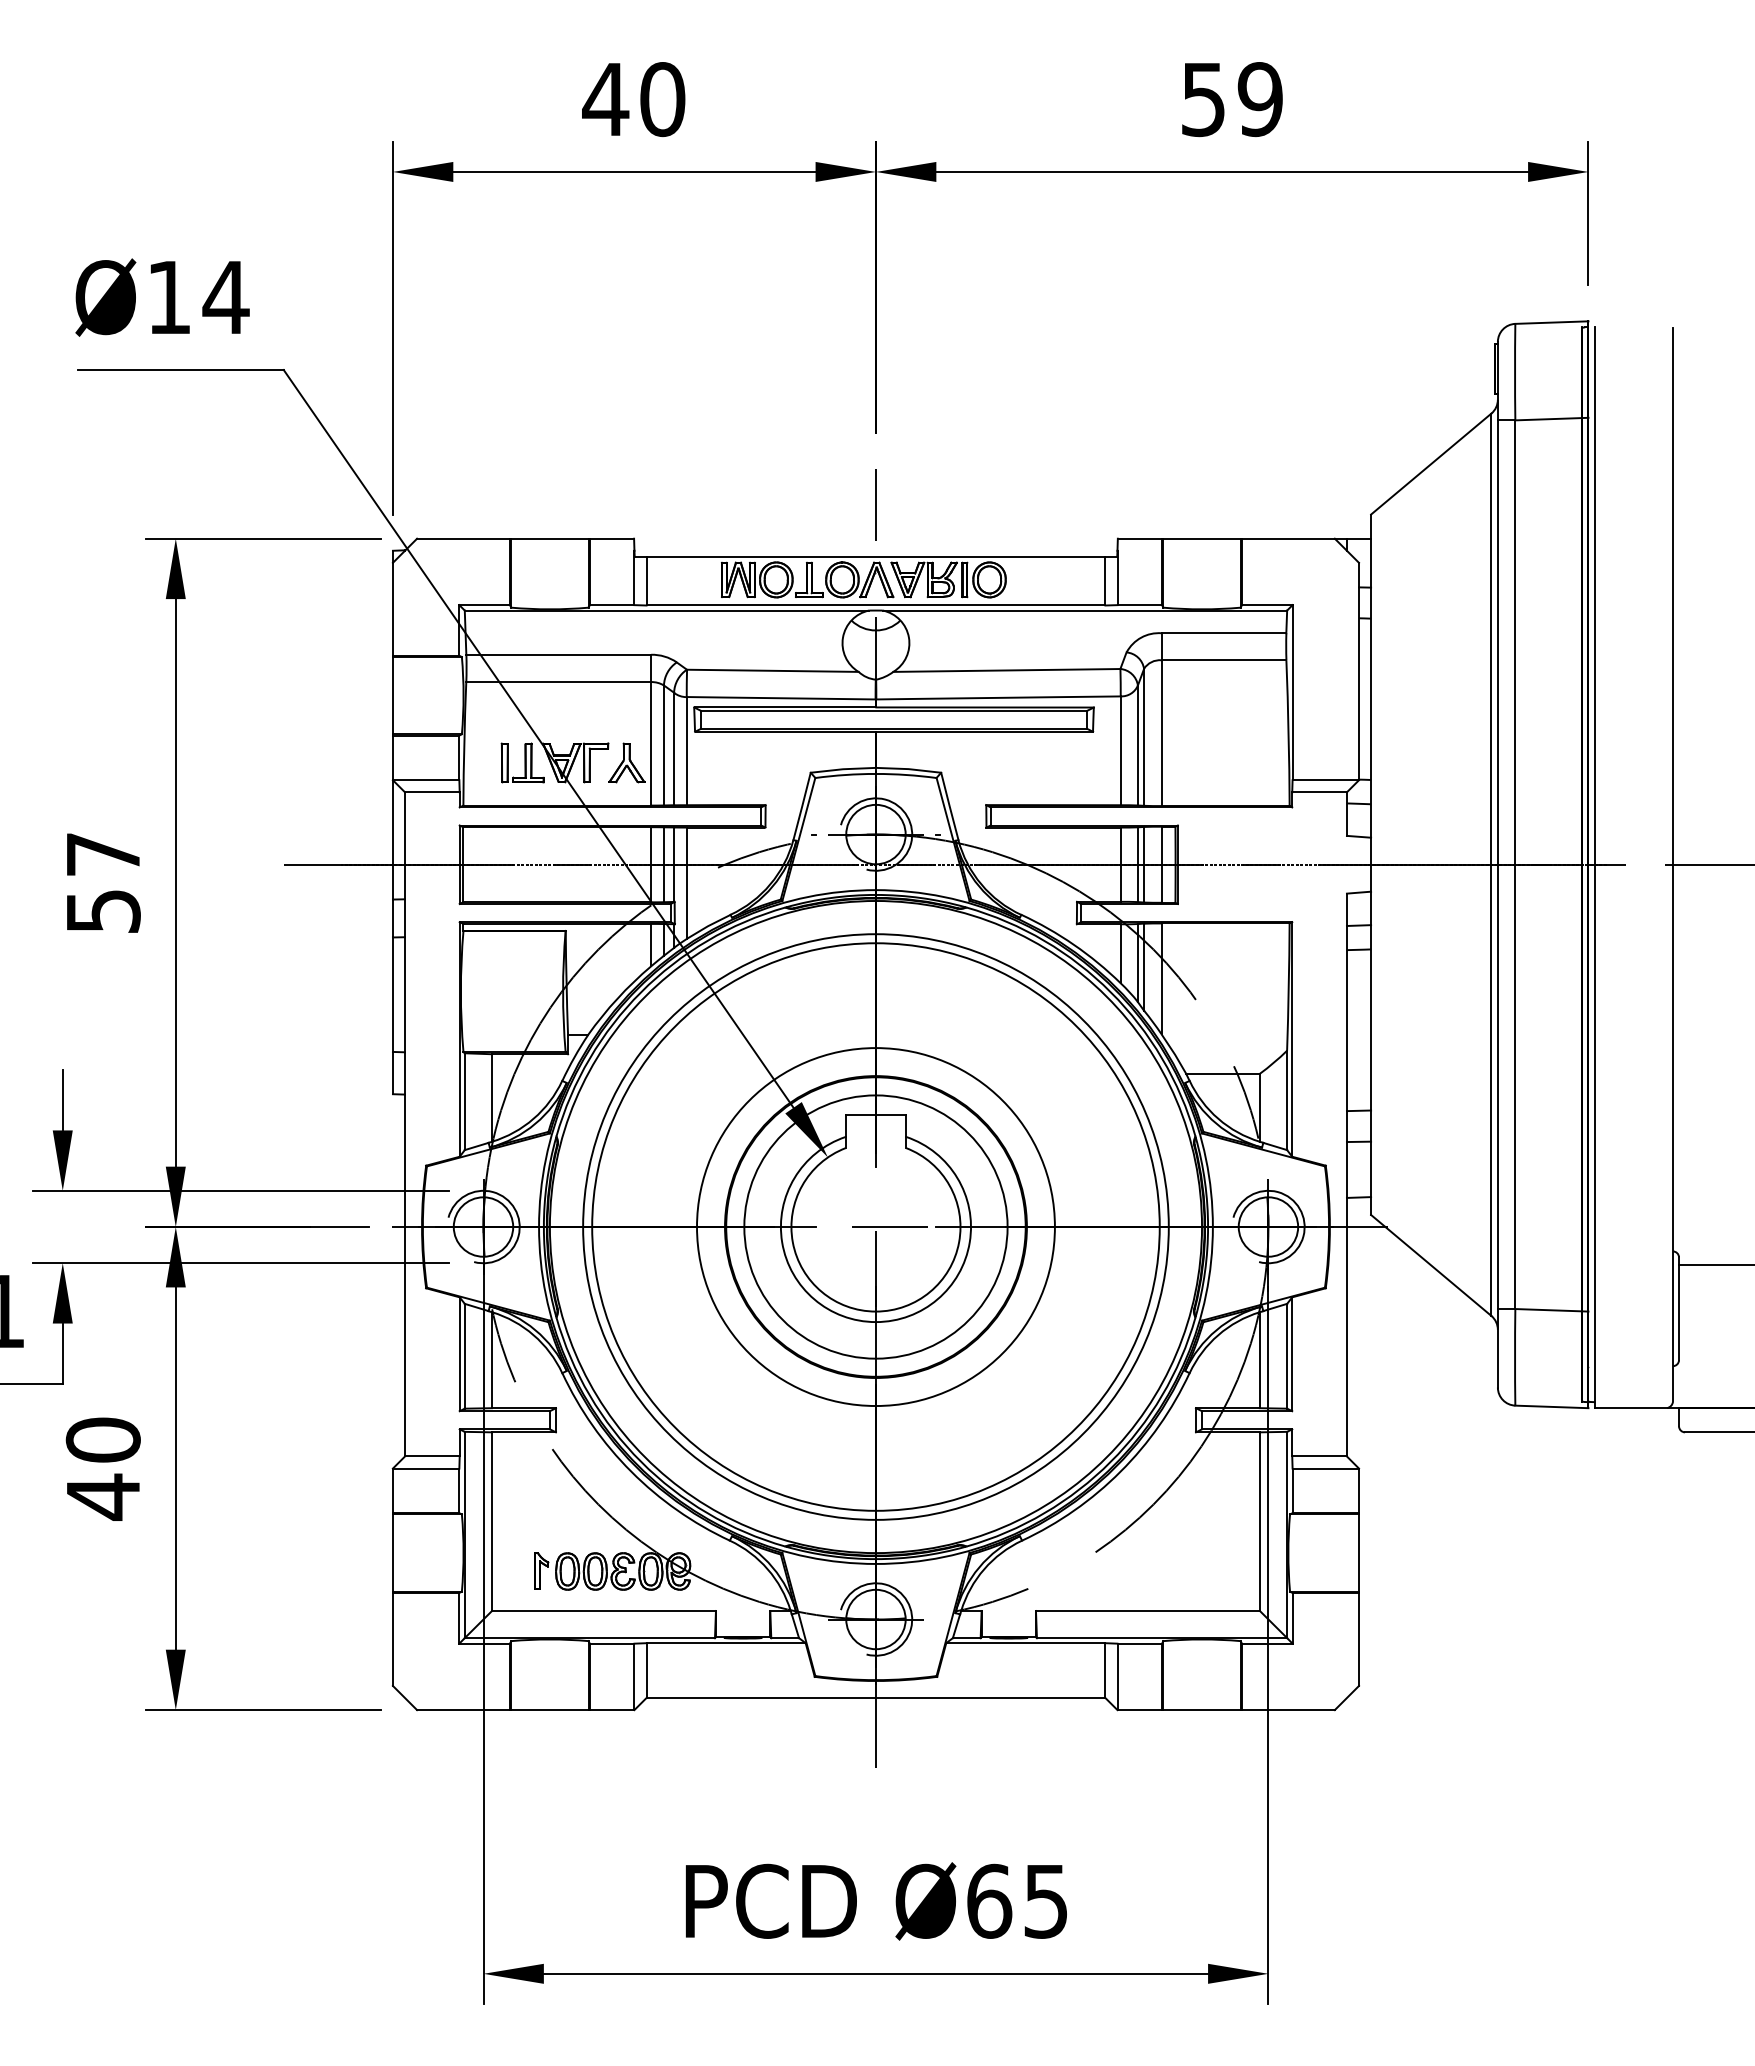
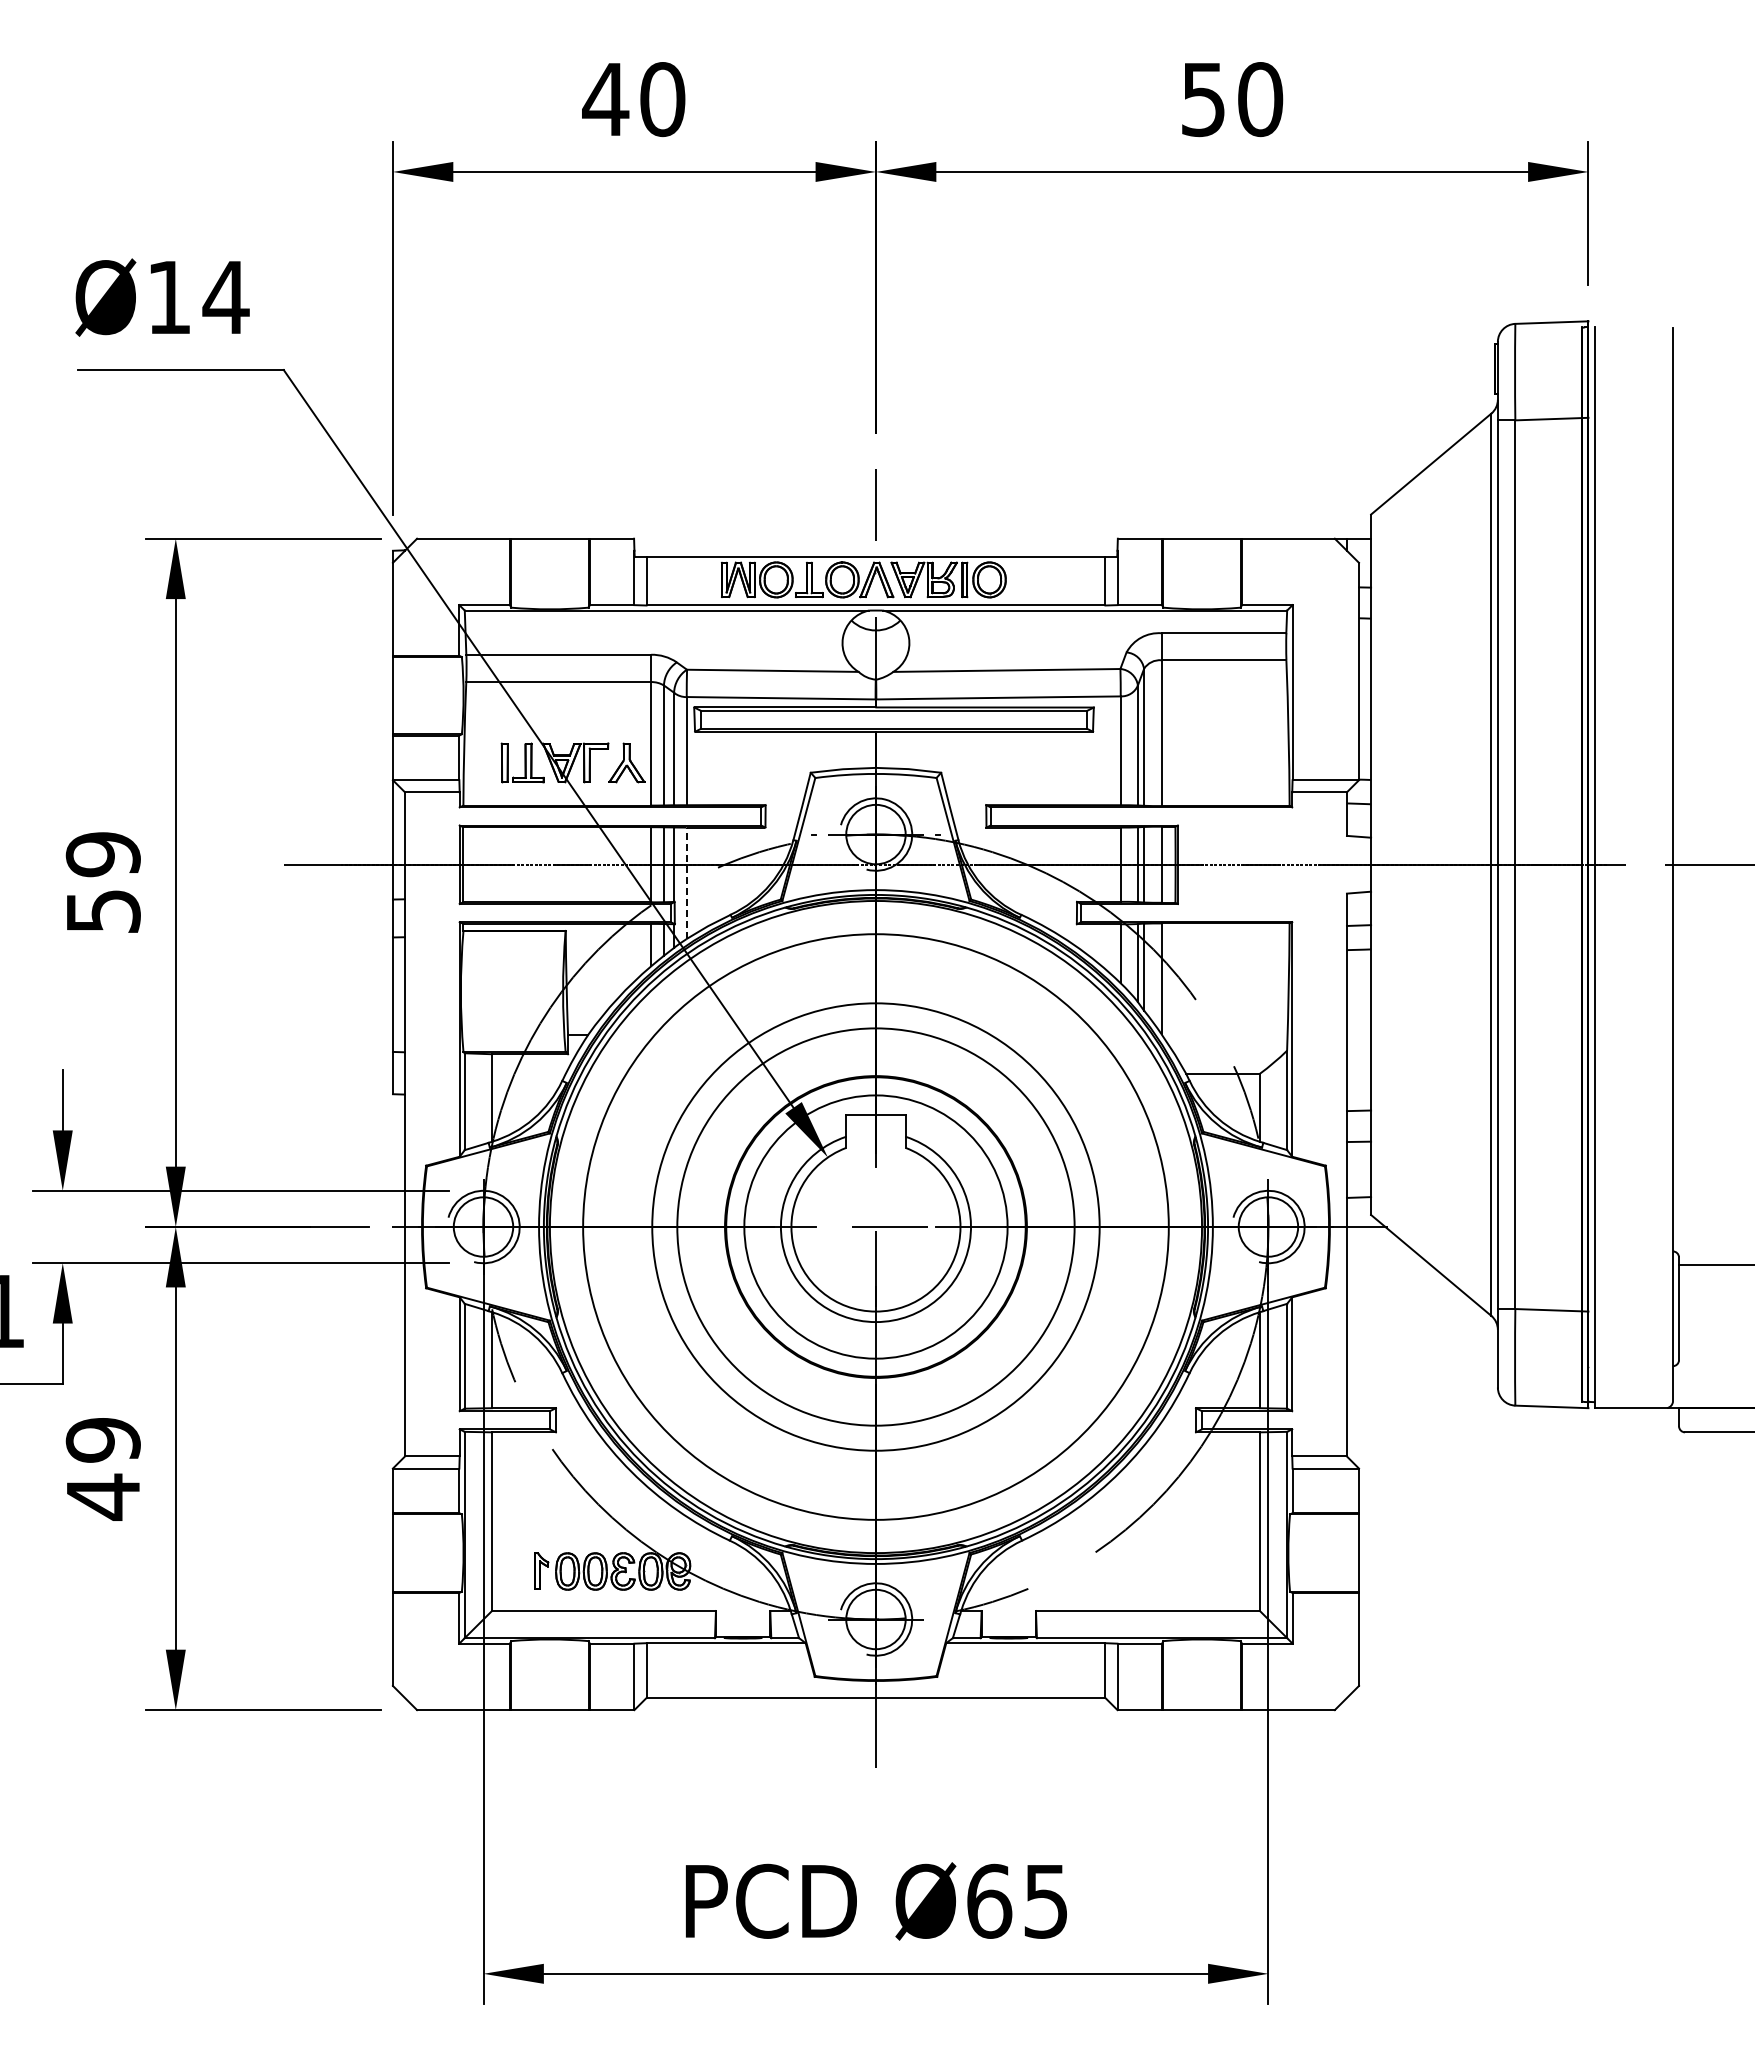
text at (1260, 99): 59 -> 50
text at (102, 854): 57 -> 59
line at (686, 883): solid -> dashed
circle at (875, 1226) diameter: 568 px -> 397 px
circle at (875, 1227) diameter: 358 px -> 447 px
text at (103, 1439): 40 -> 49
